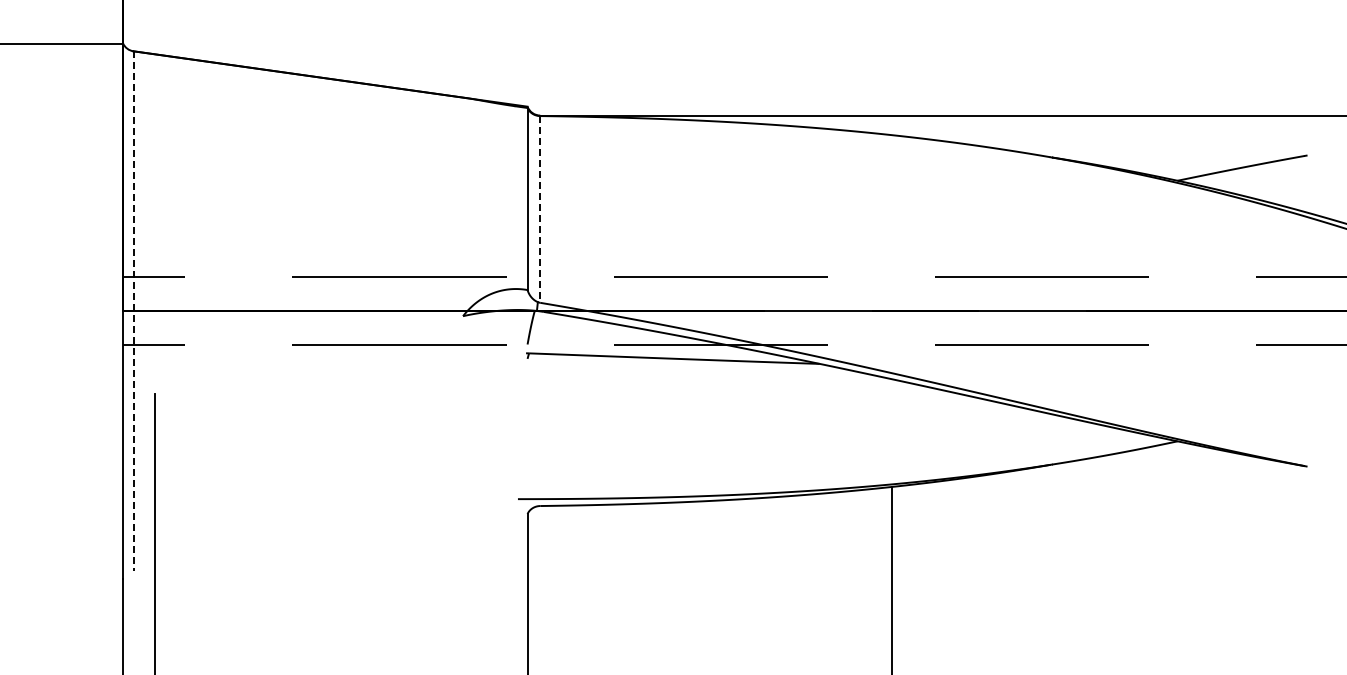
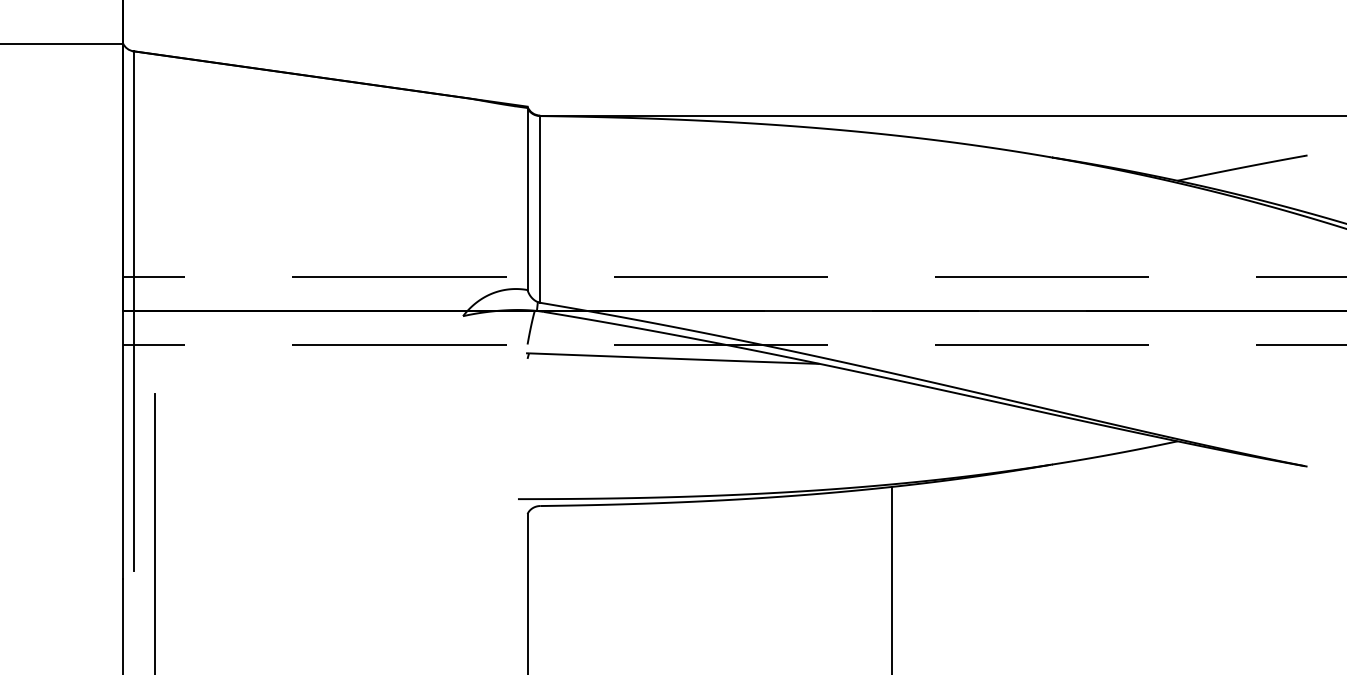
line at (540, 209): dashed -> solid
line at (133, 311): dashed -> solid
